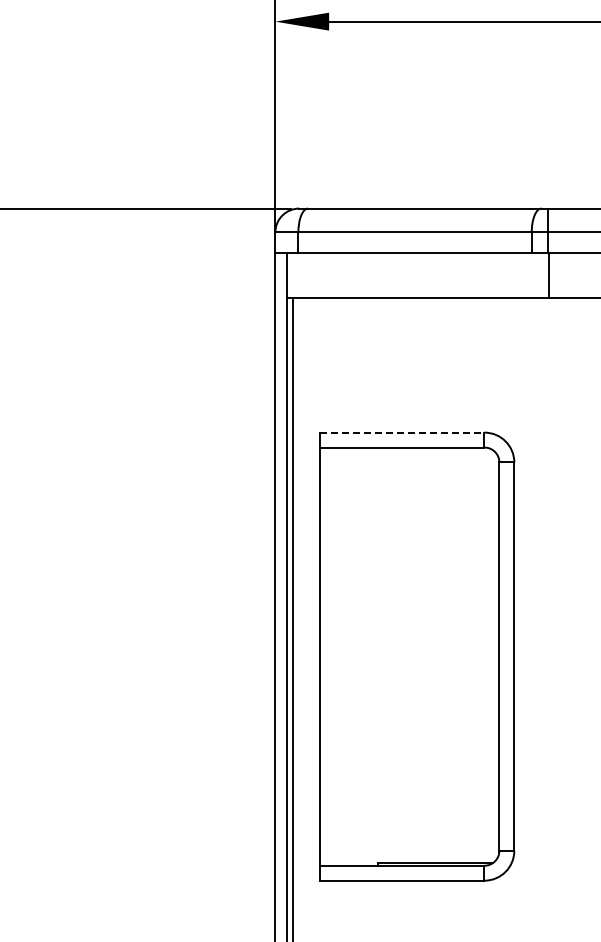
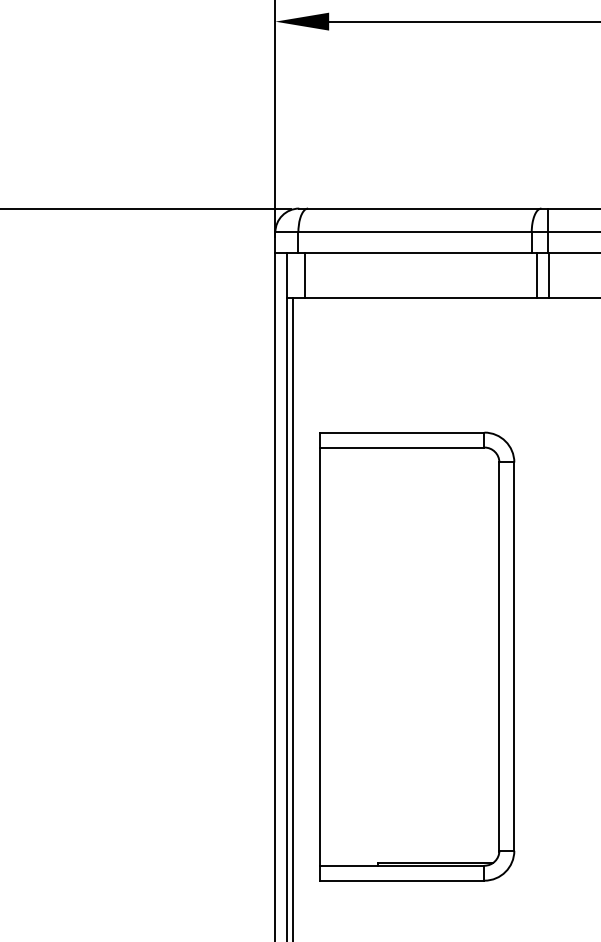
line at (305, 275): none -> present
line at (536, 275): none -> present
line at (402, 432): dashed -> solid
